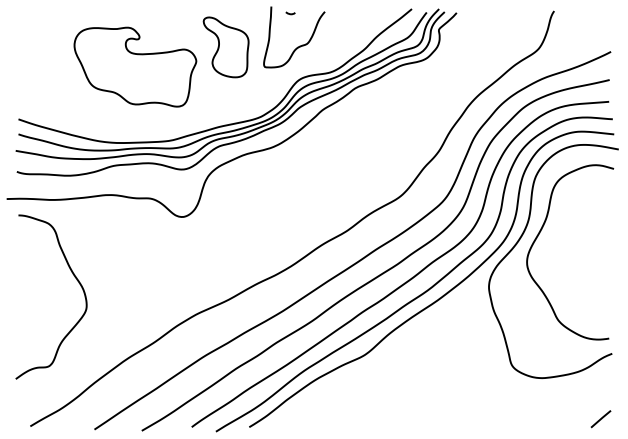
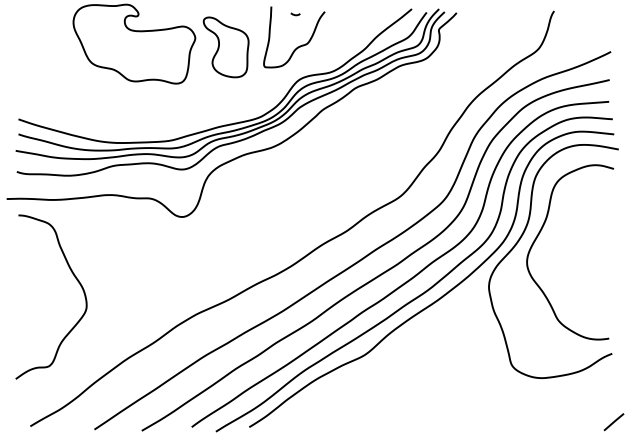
curve at (290, 13) position: (290, 13) -> (295, 14)
part at (135, 66) position: (135, 66) -> (134, 43)
line at (600, 419) position: (600, 419) -> (613, 422)
